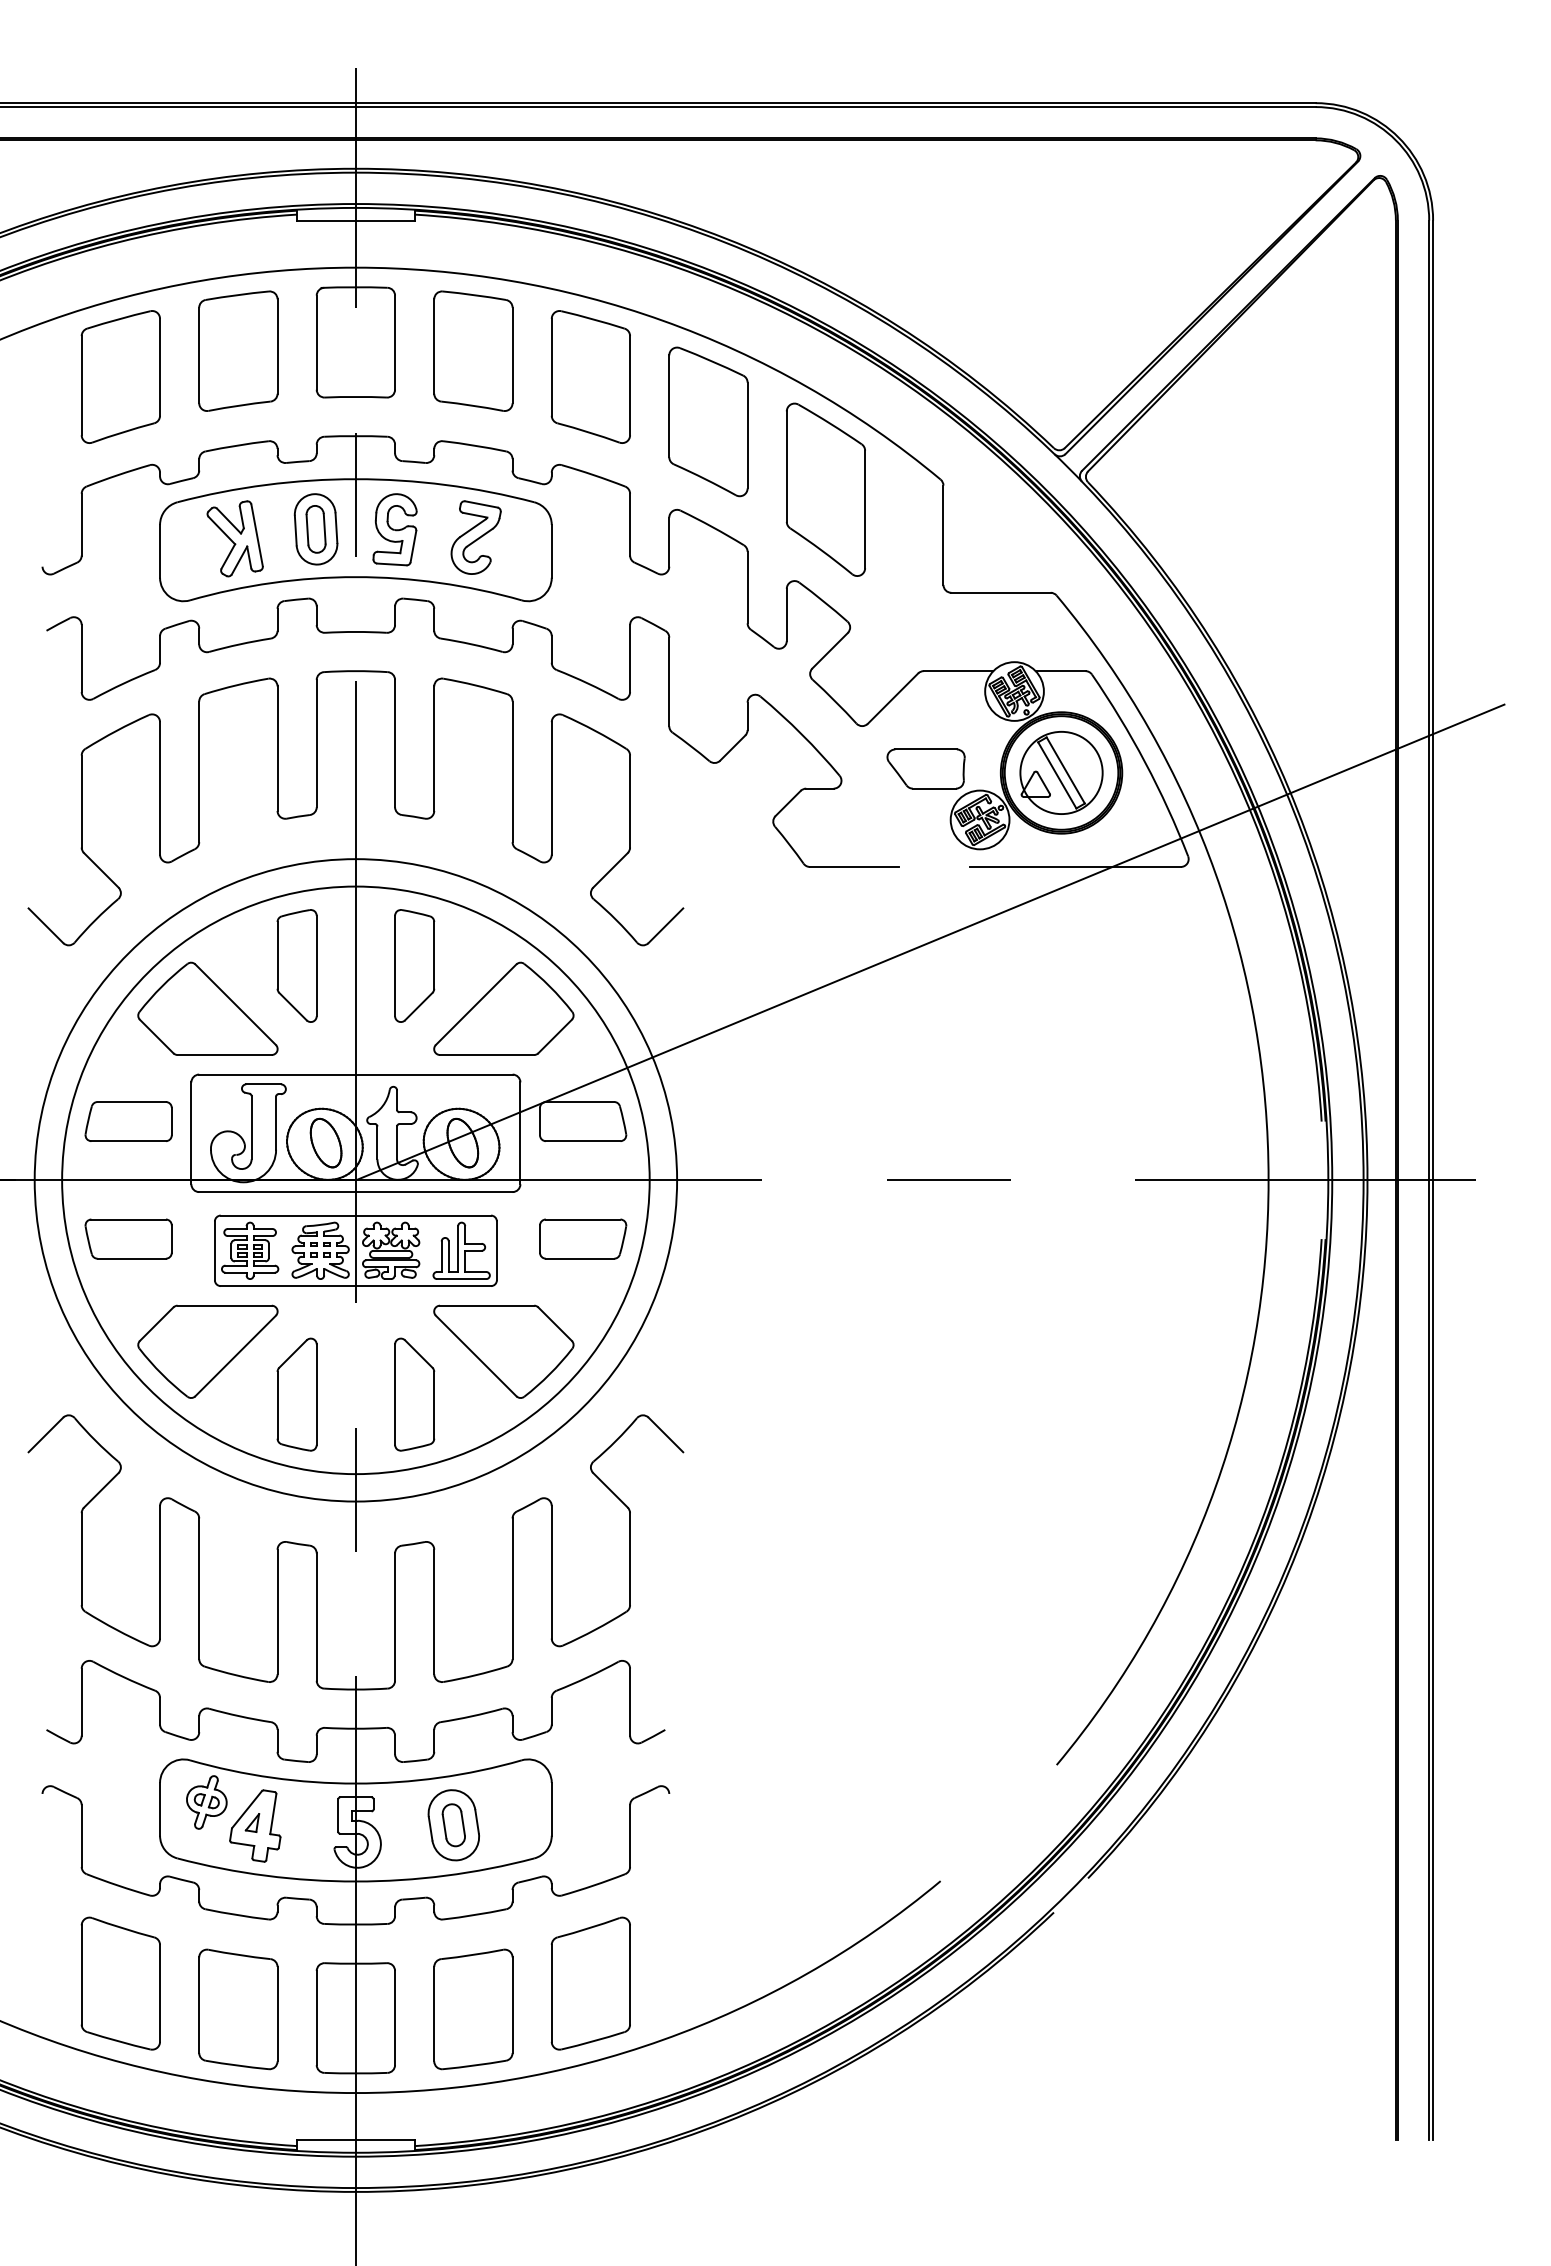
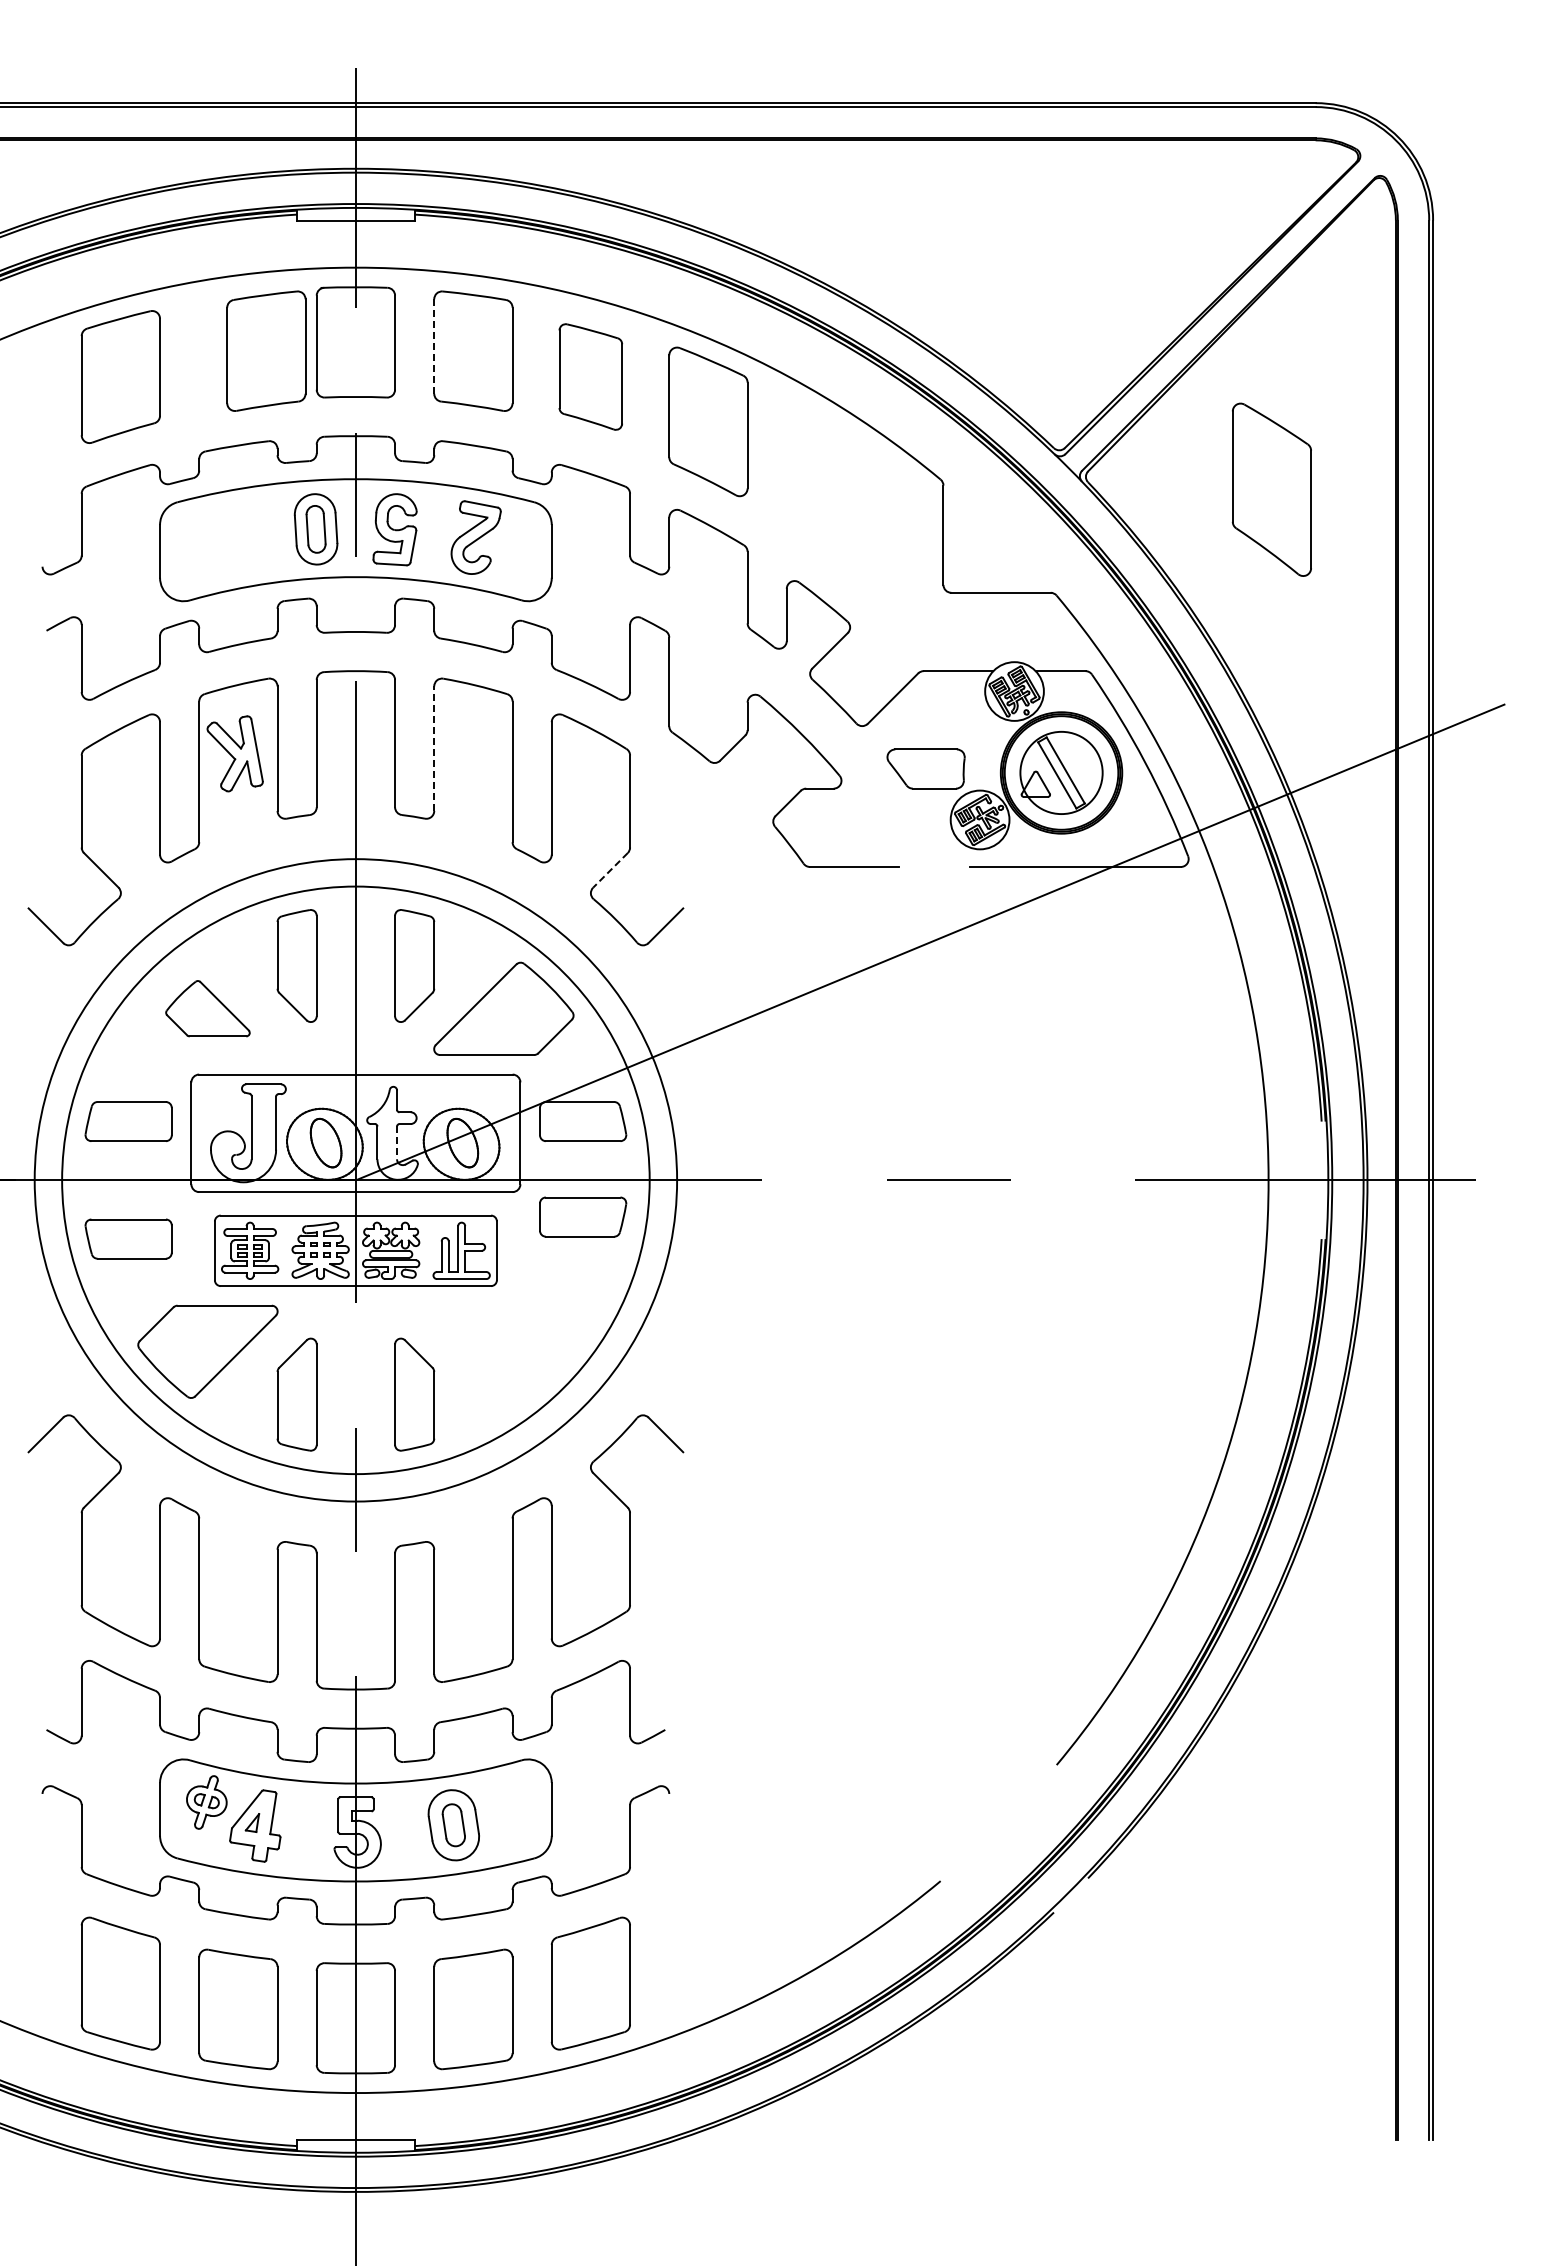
line at (434, 346): solid -> dashed
part at (238, 350) position: (238, 350) -> (266, 350)
part at (590, 376) size: 81x134 px -> 65x108 px
part at (825, 489) position: (825, 489) -> (1271, 489)
part at (234, 538) position: (234, 538) -> (234, 753)
line at (434, 748): solid -> dashed
line at (610, 870): solid -> dashed
part at (207, 1008) size: 142x95 px -> 86x58 px
line at (397, 1143): solid -> dashed
part at (583, 1238) position: (583, 1238) -> (583, 1216)
part at (503, 1351): present -> none
